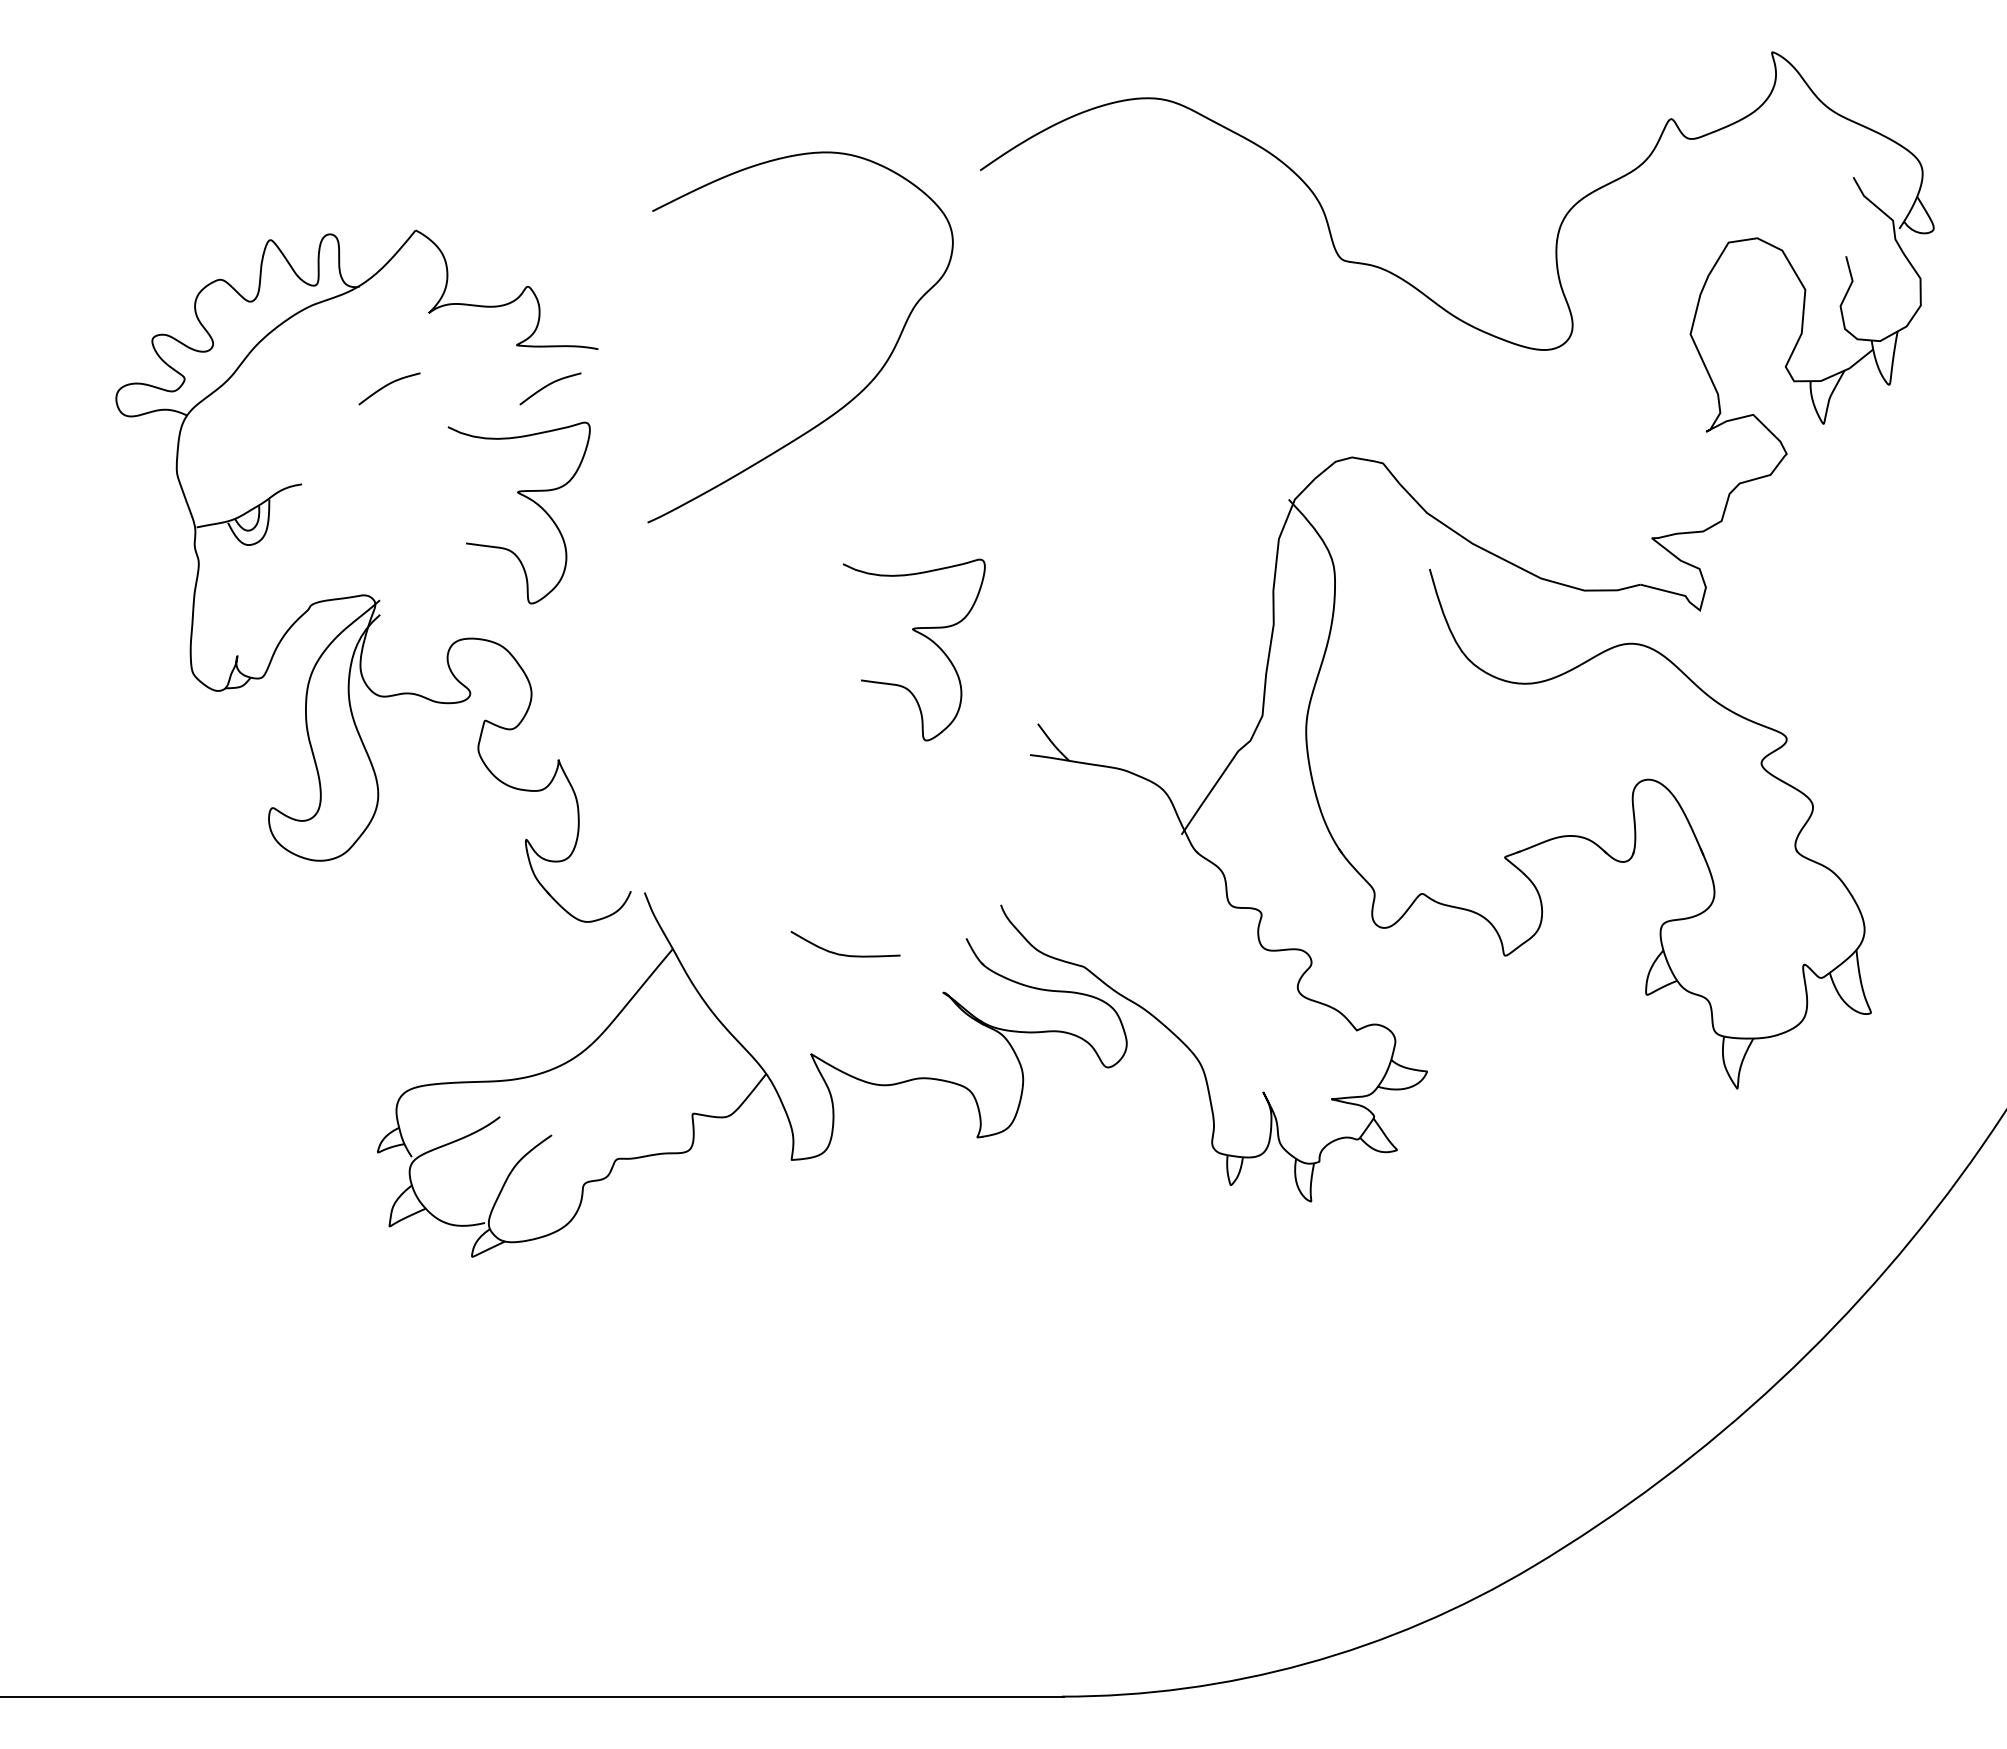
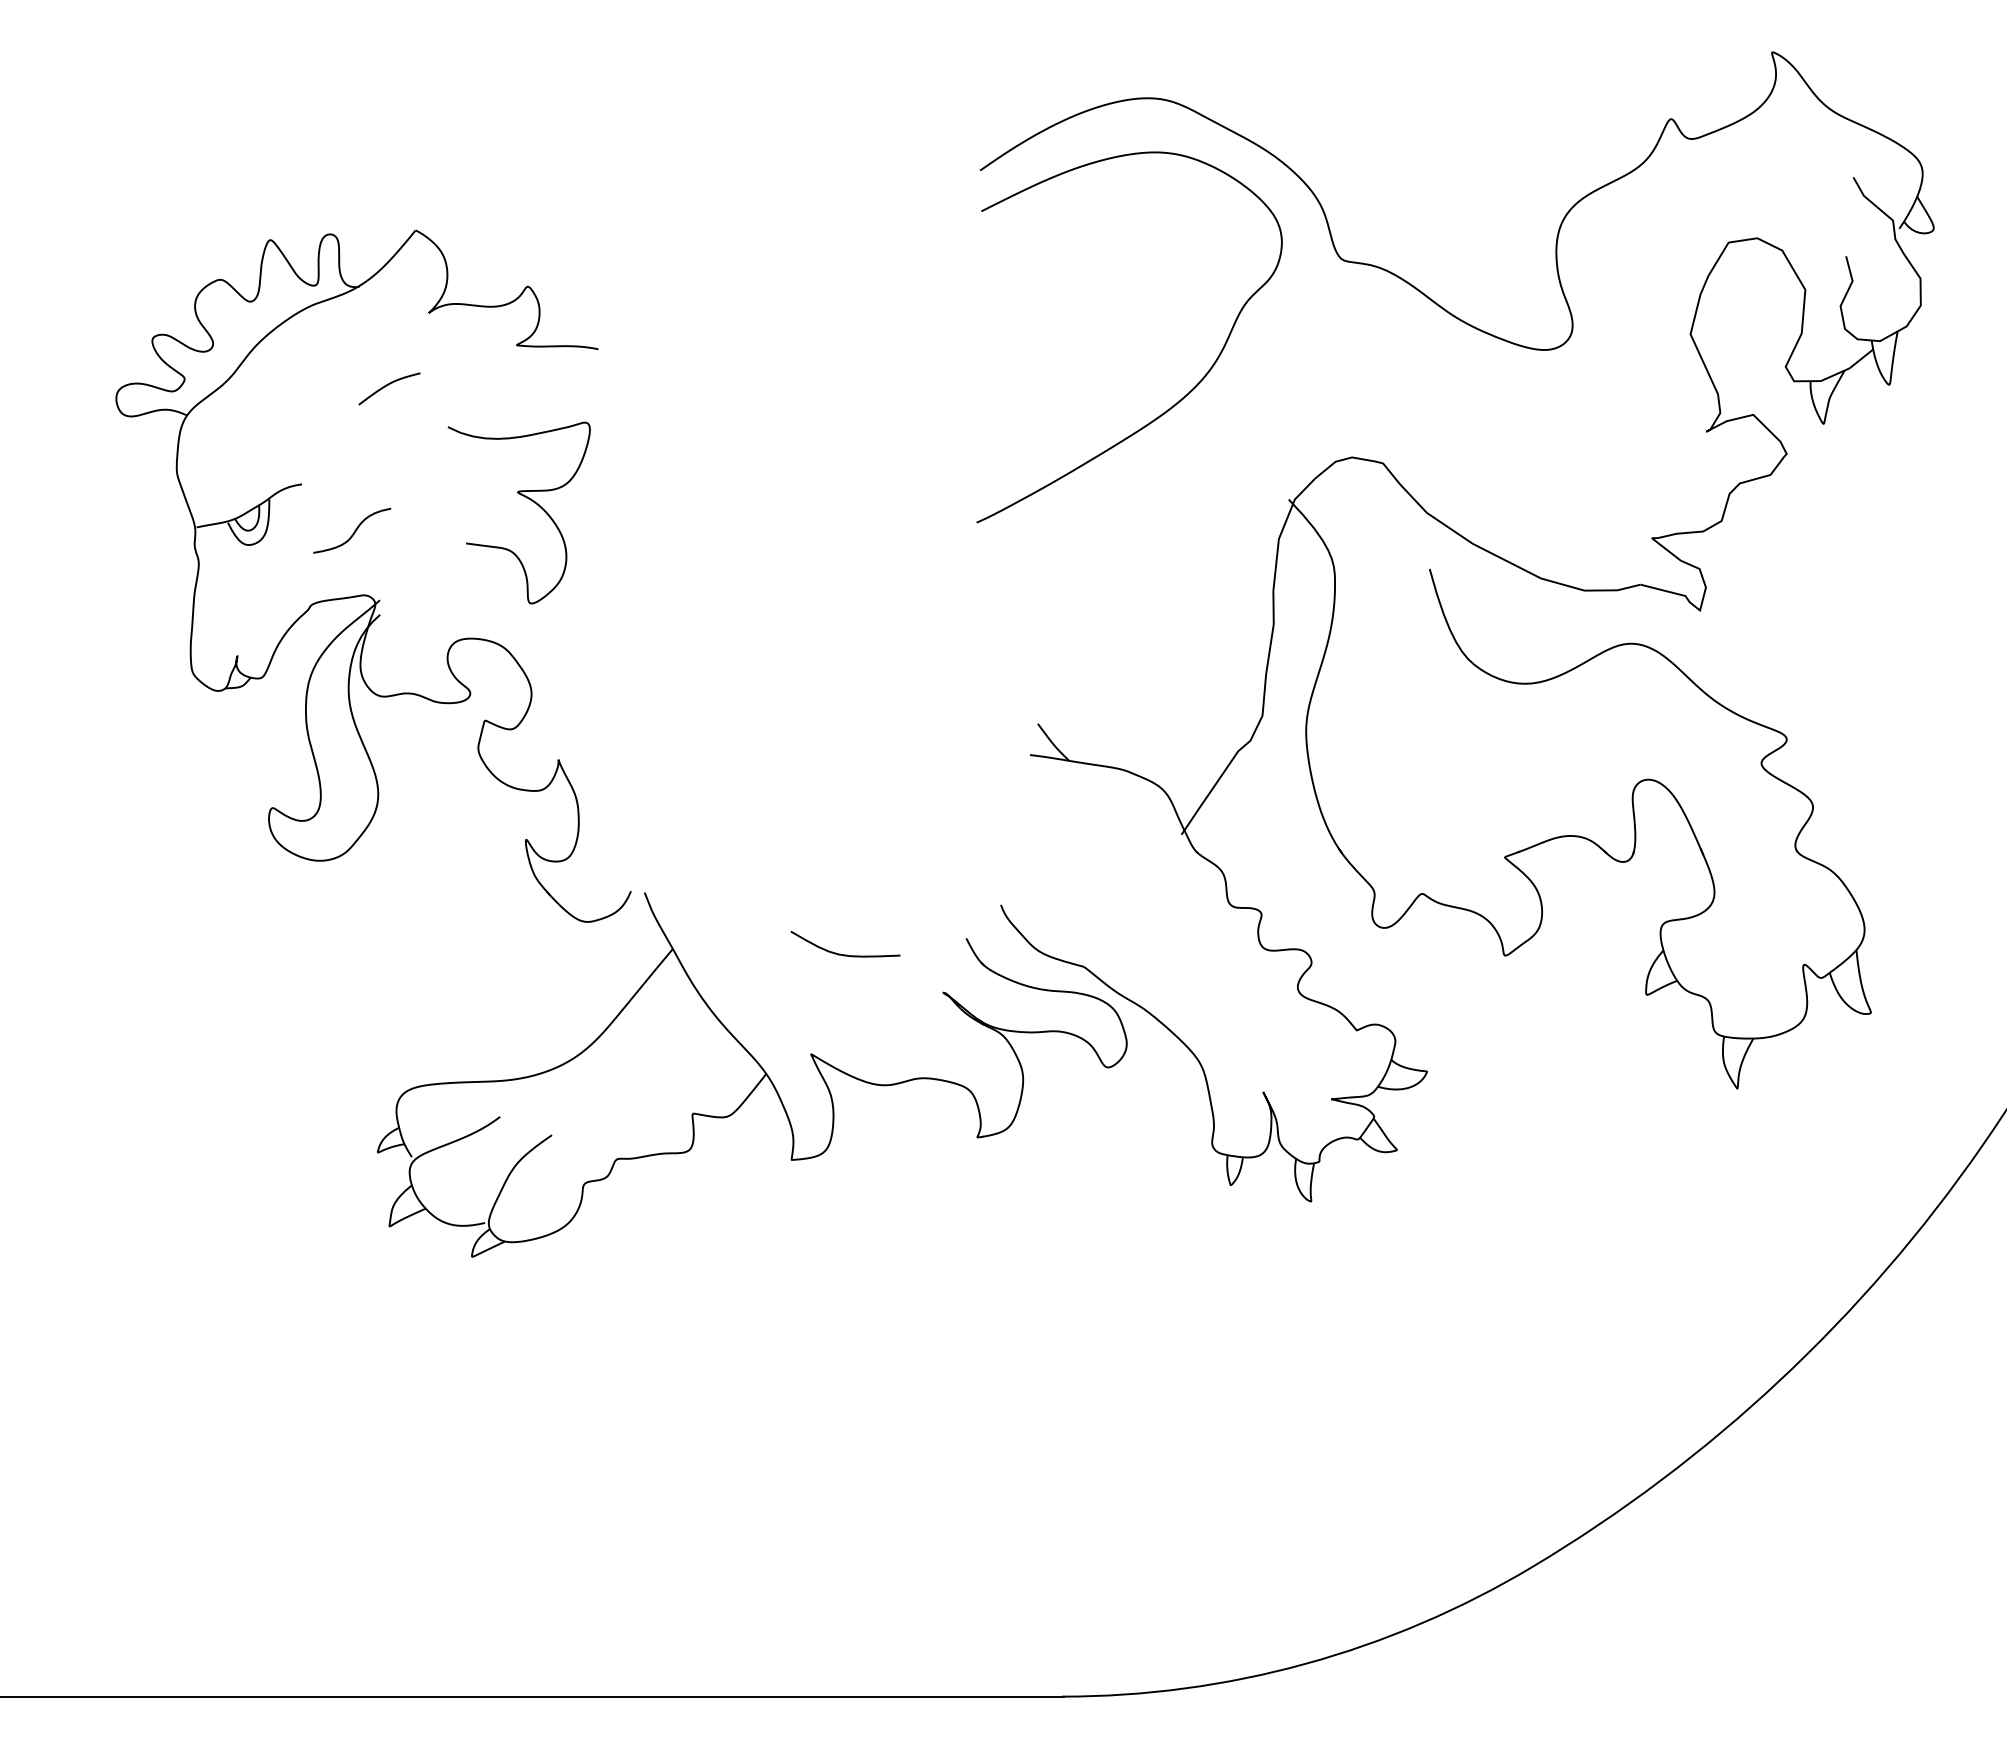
curve at (549, 385): present -> none
curve at (855, 395) position: (855, 395) -> (1184, 395)
curve at (354, 530): none -> present
curve at (921, 635): present -> none
